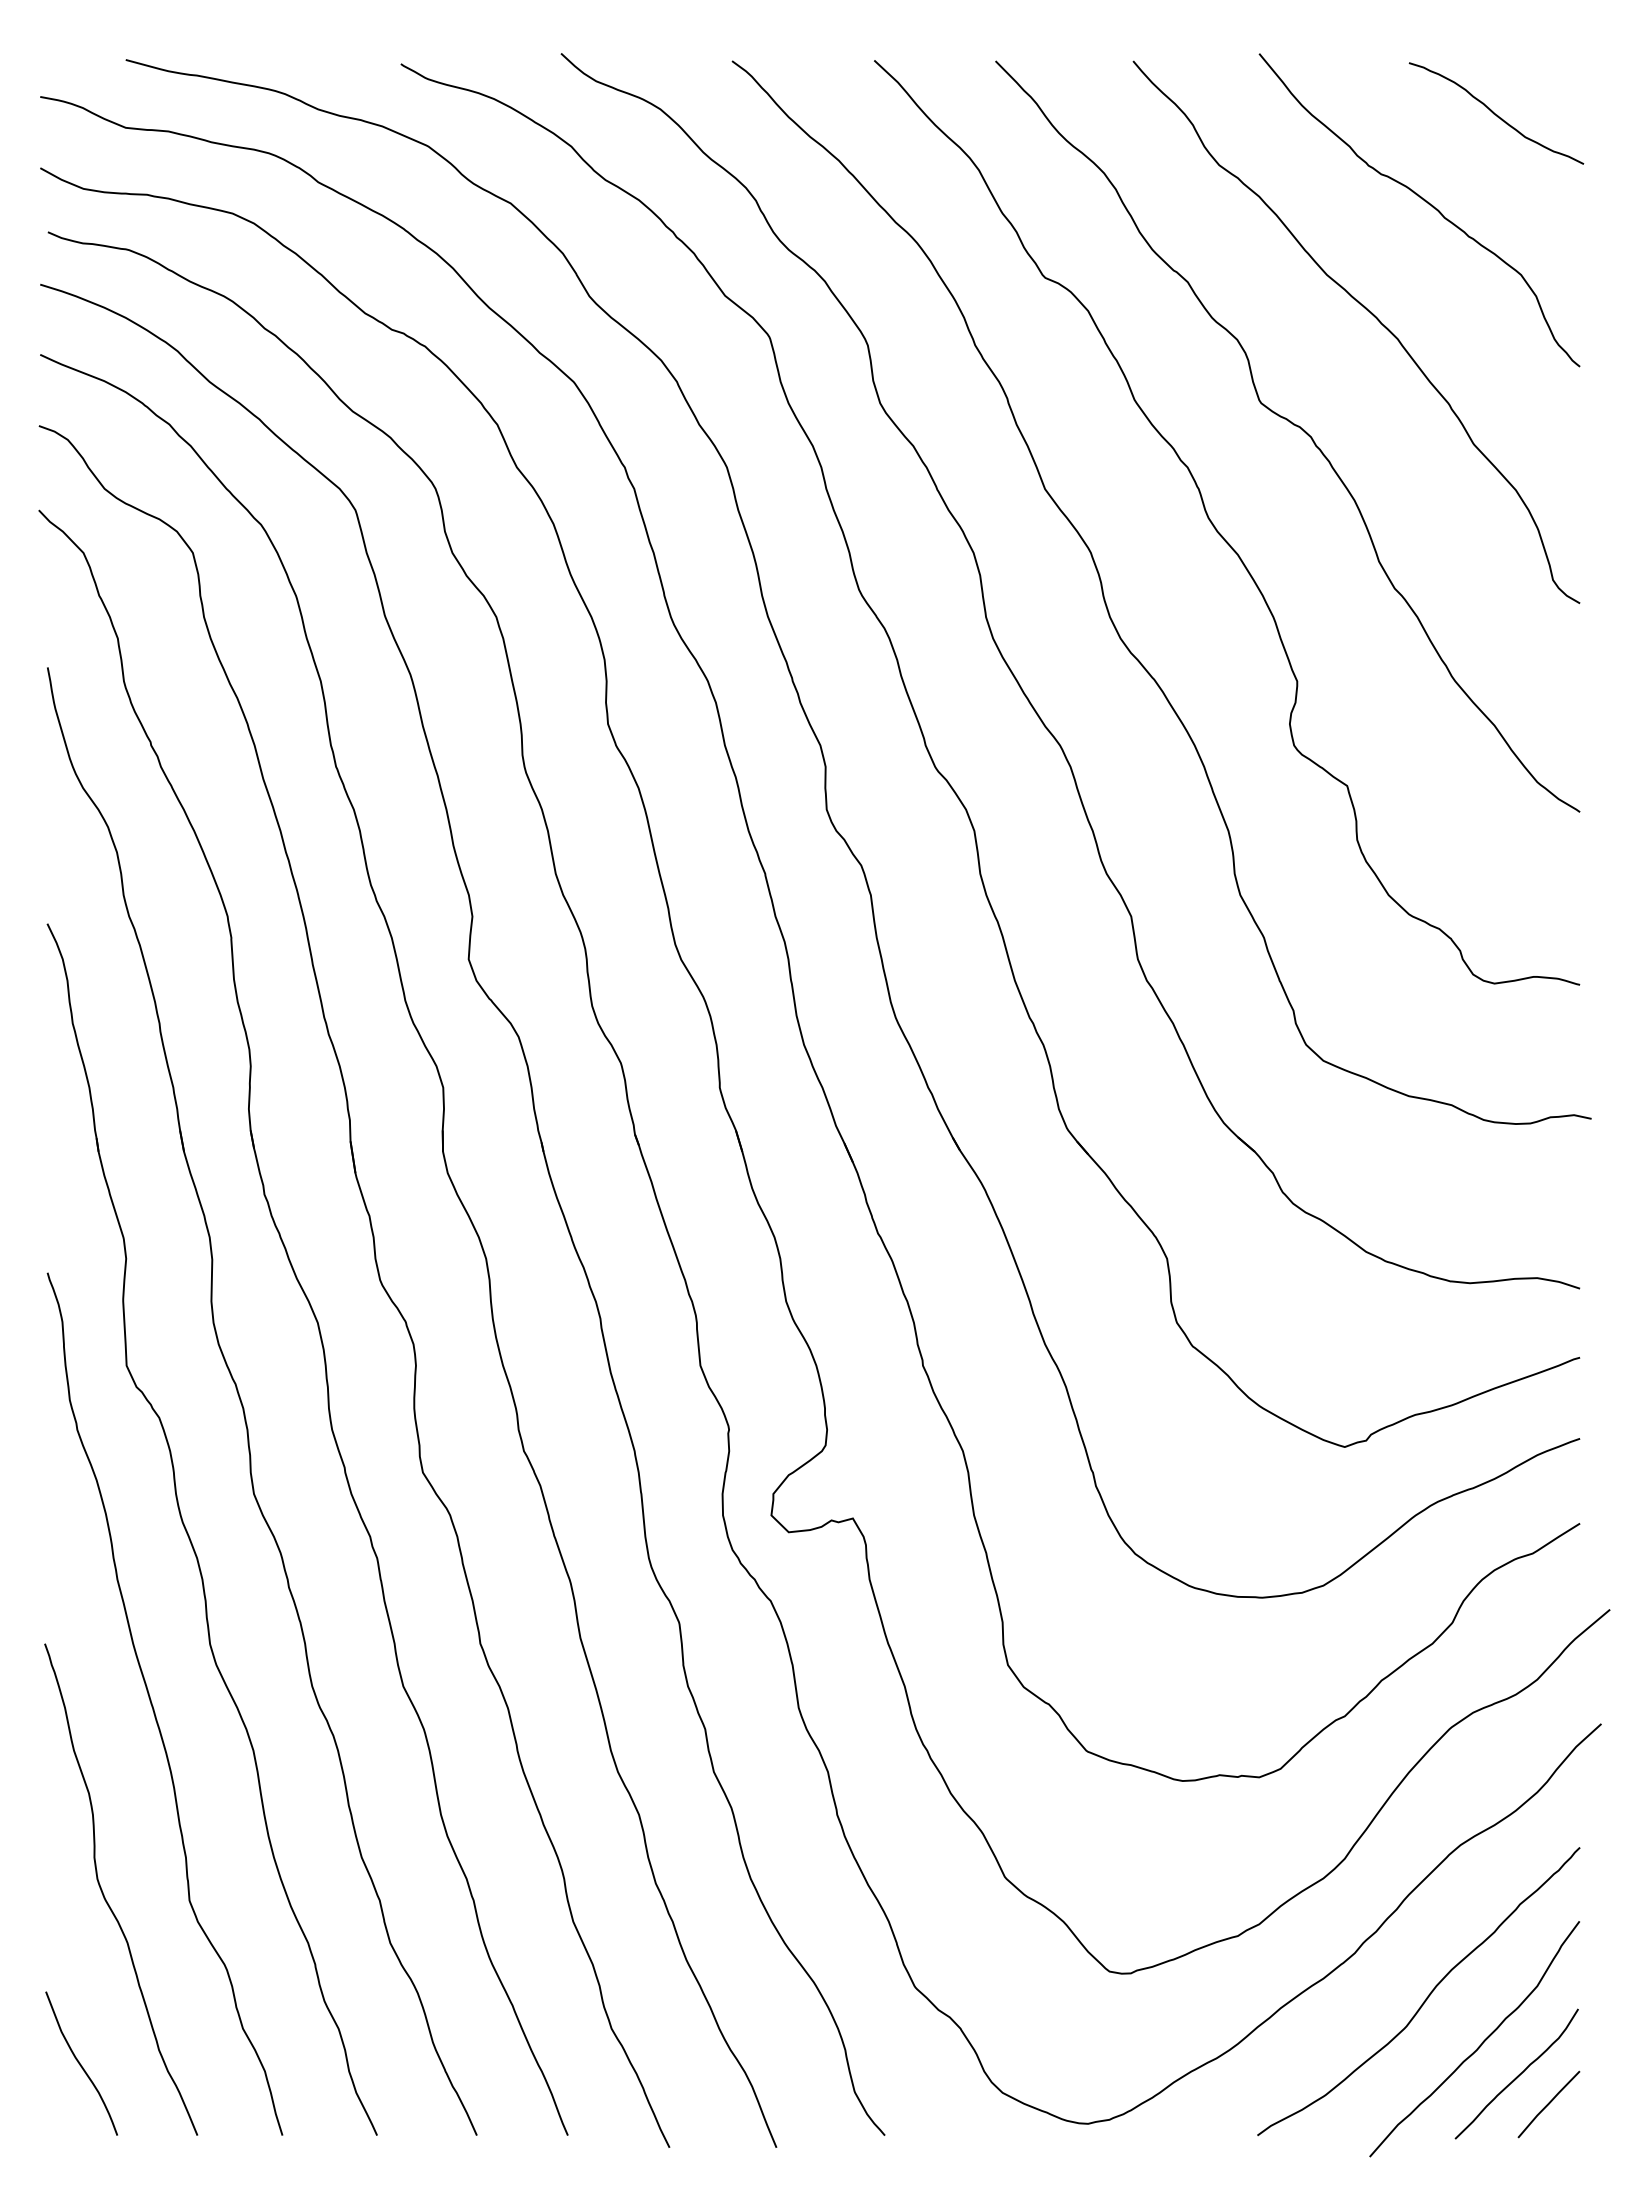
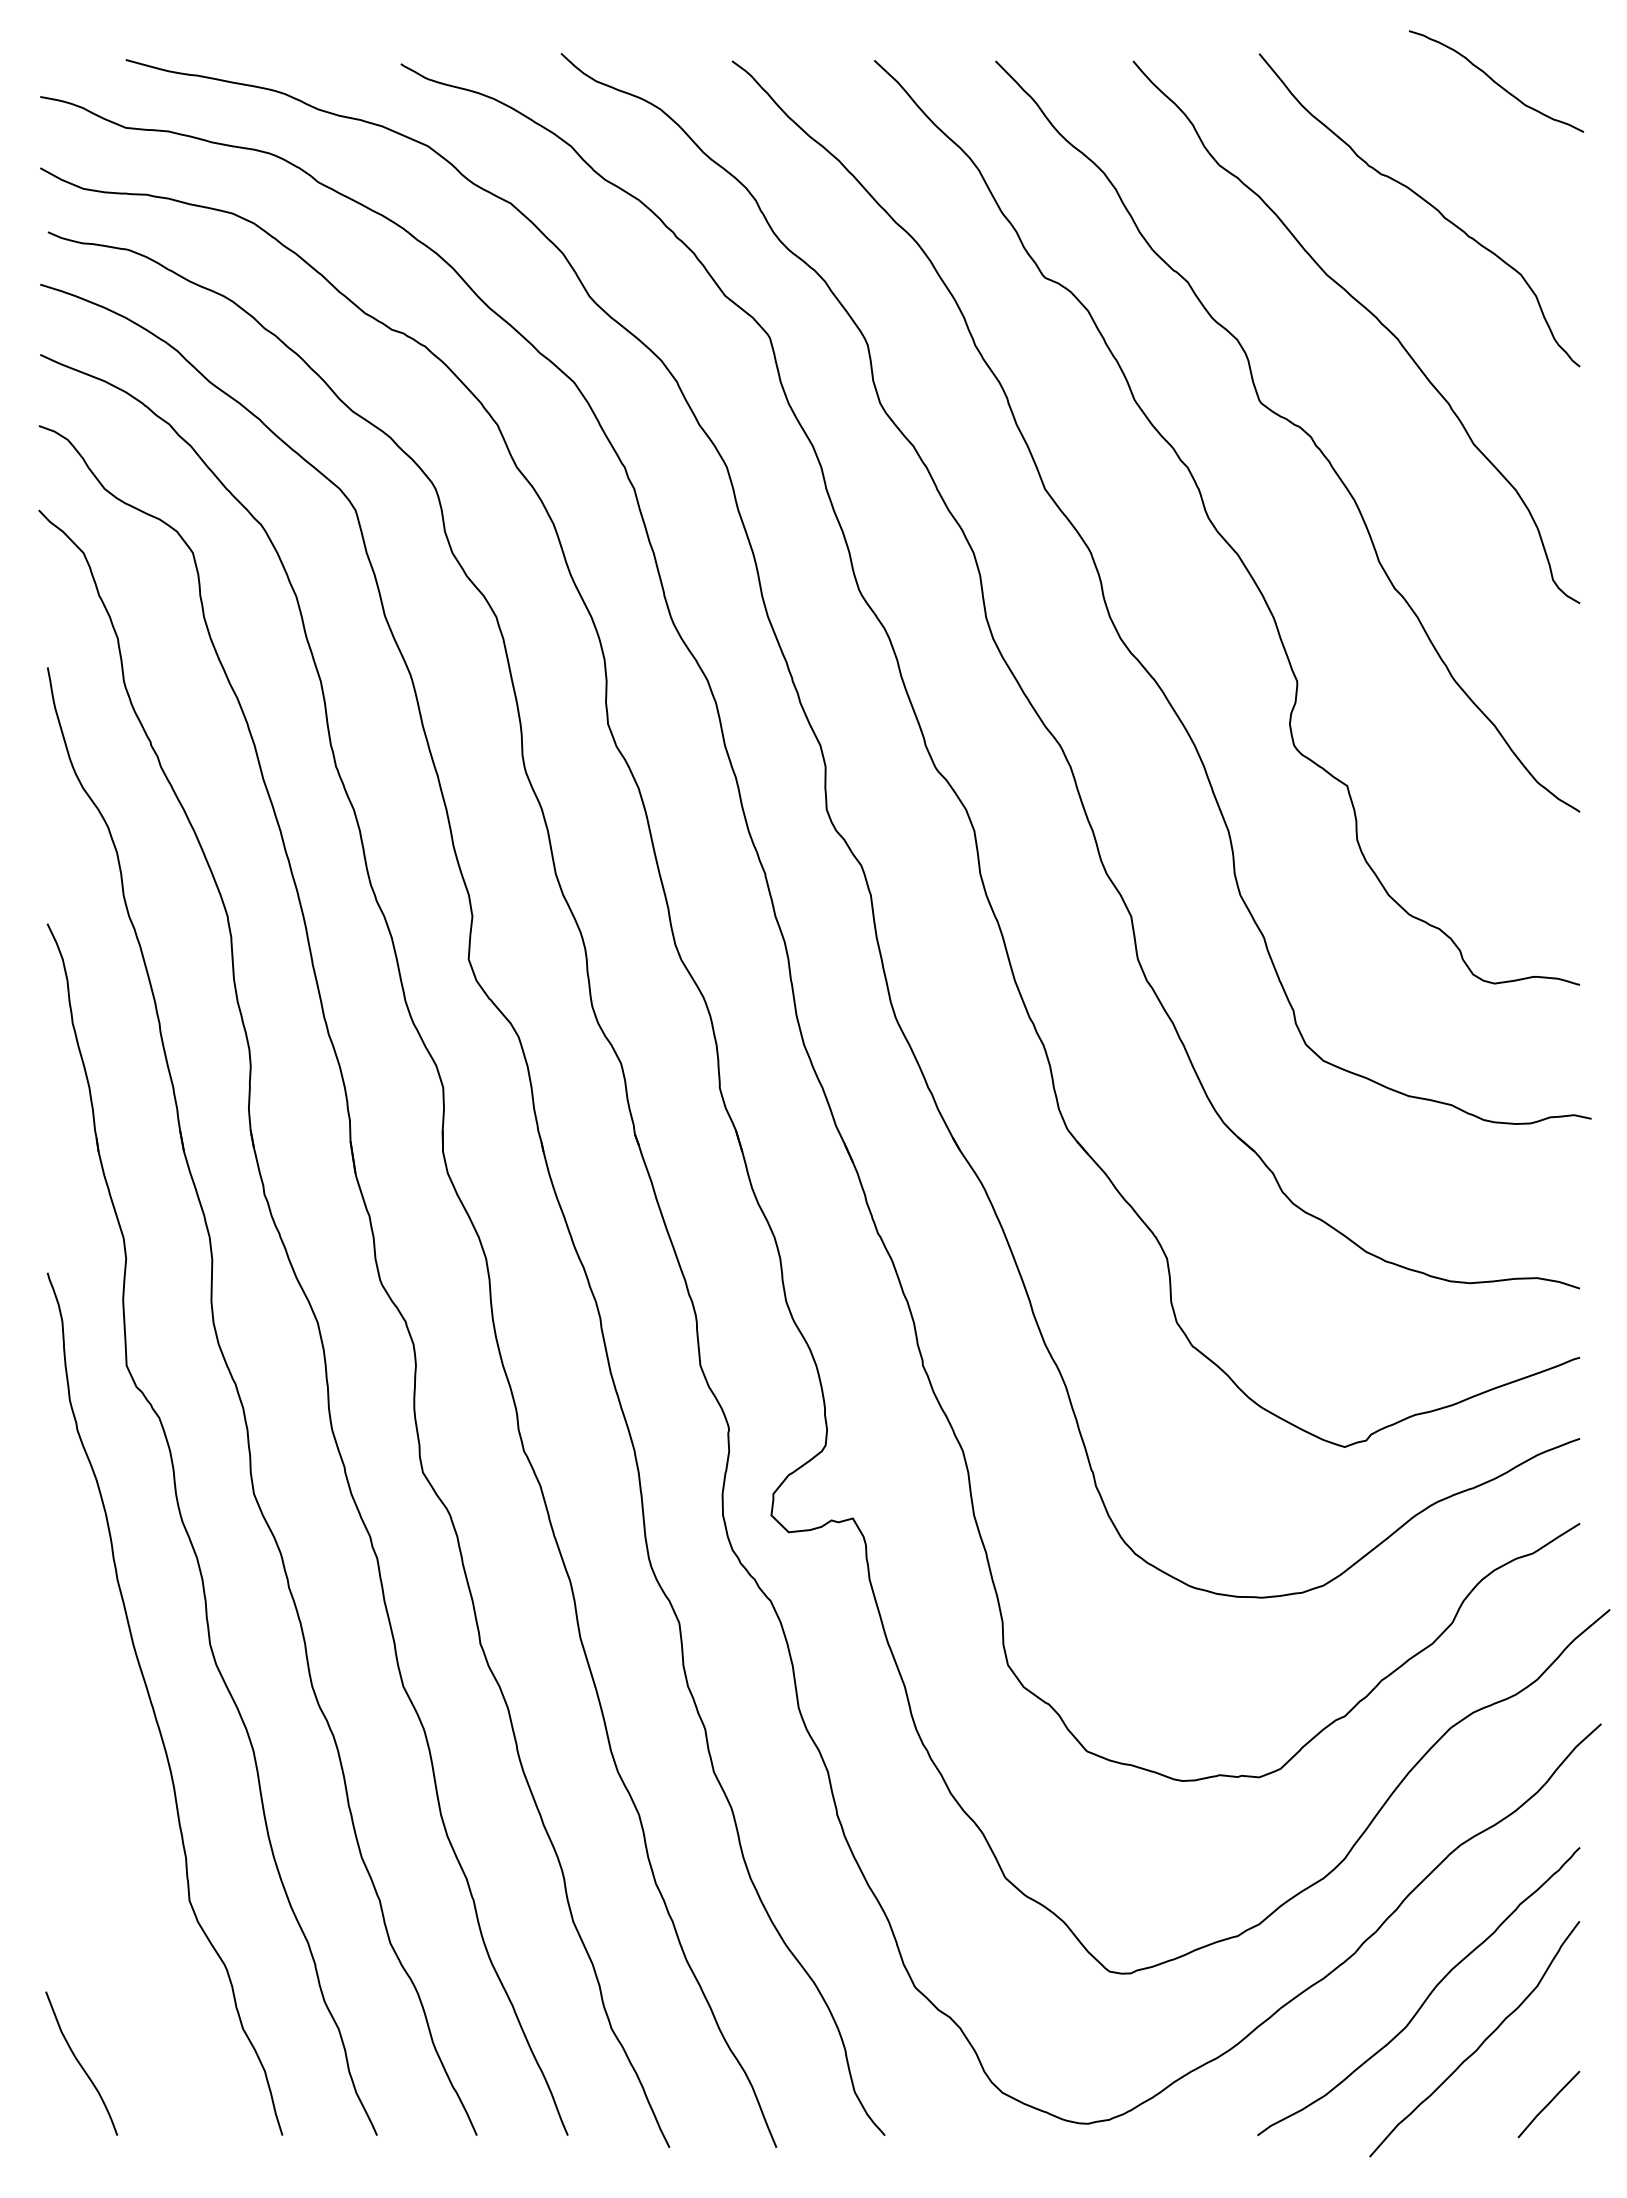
curve at (1495, 113) position: (1495, 113) -> (1495, 81)
curve at (104, 1894): present -> none
curve at (1518, 2074): present -> none
